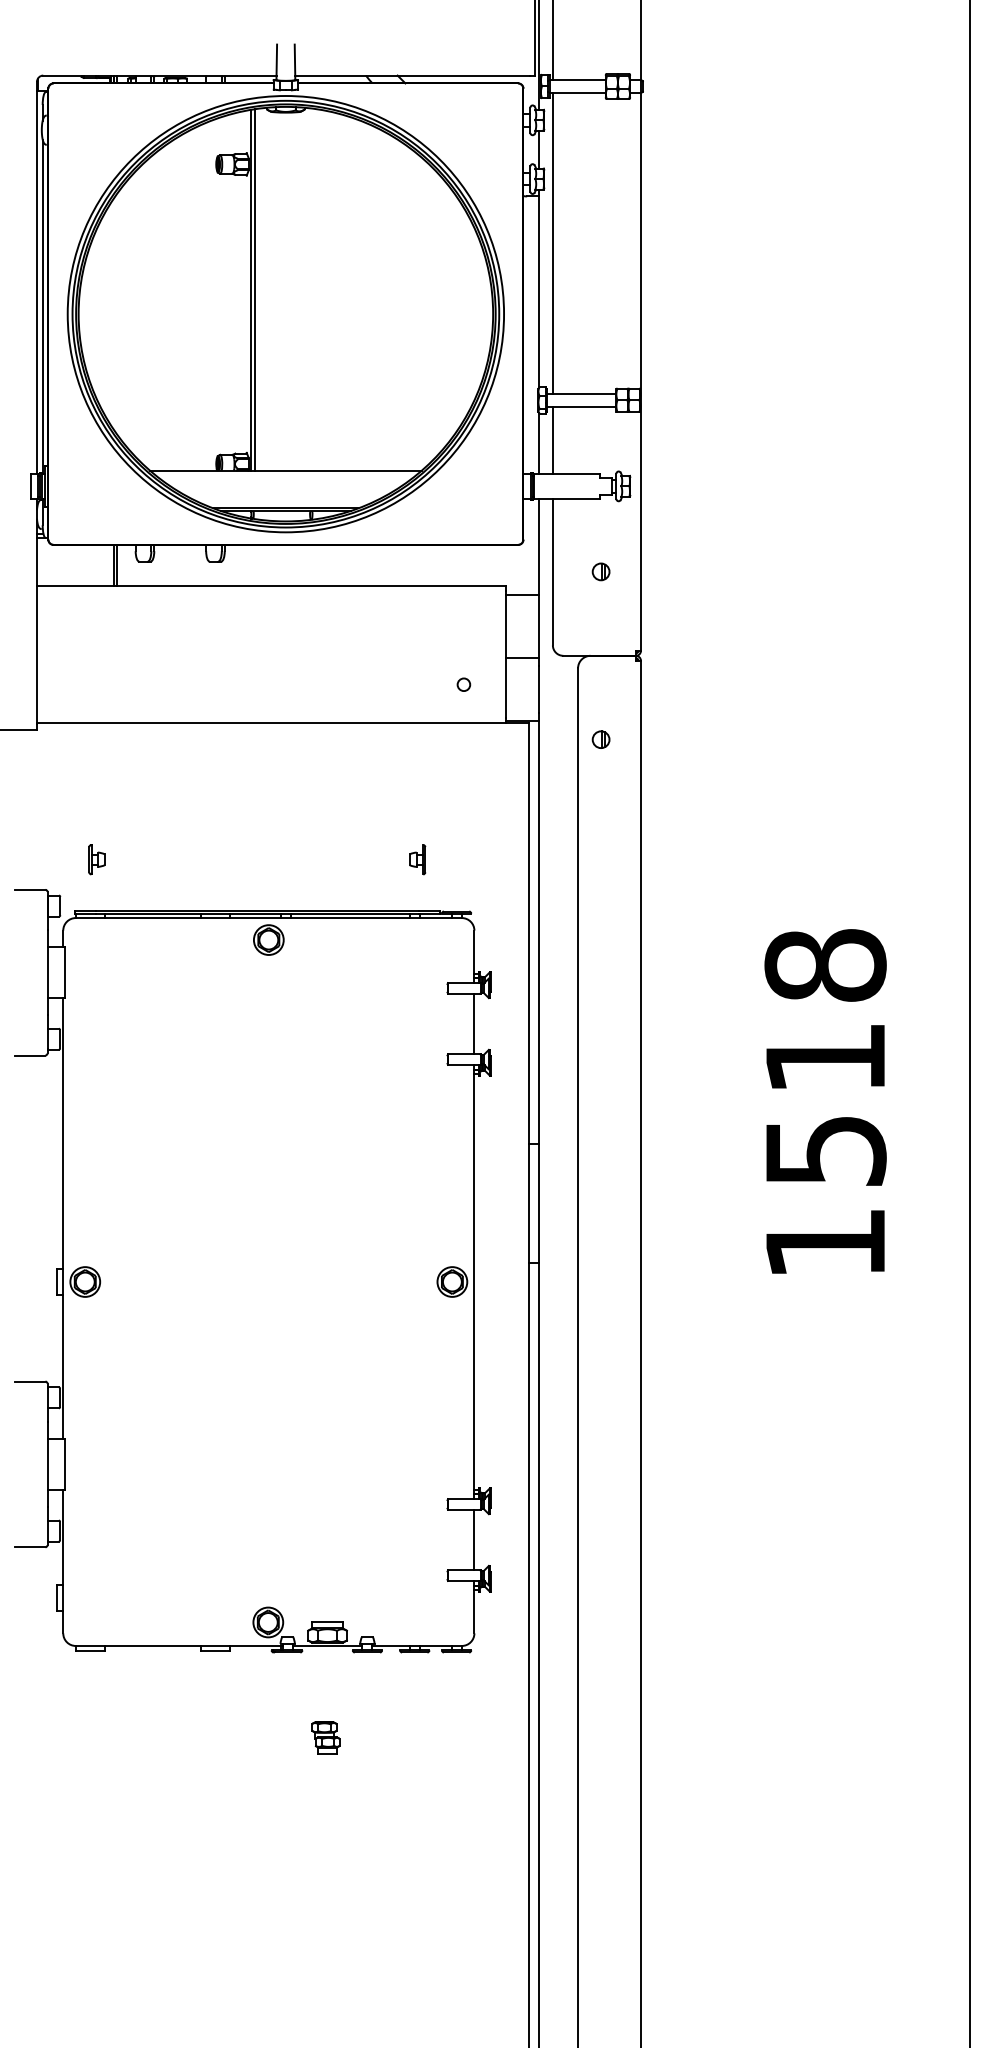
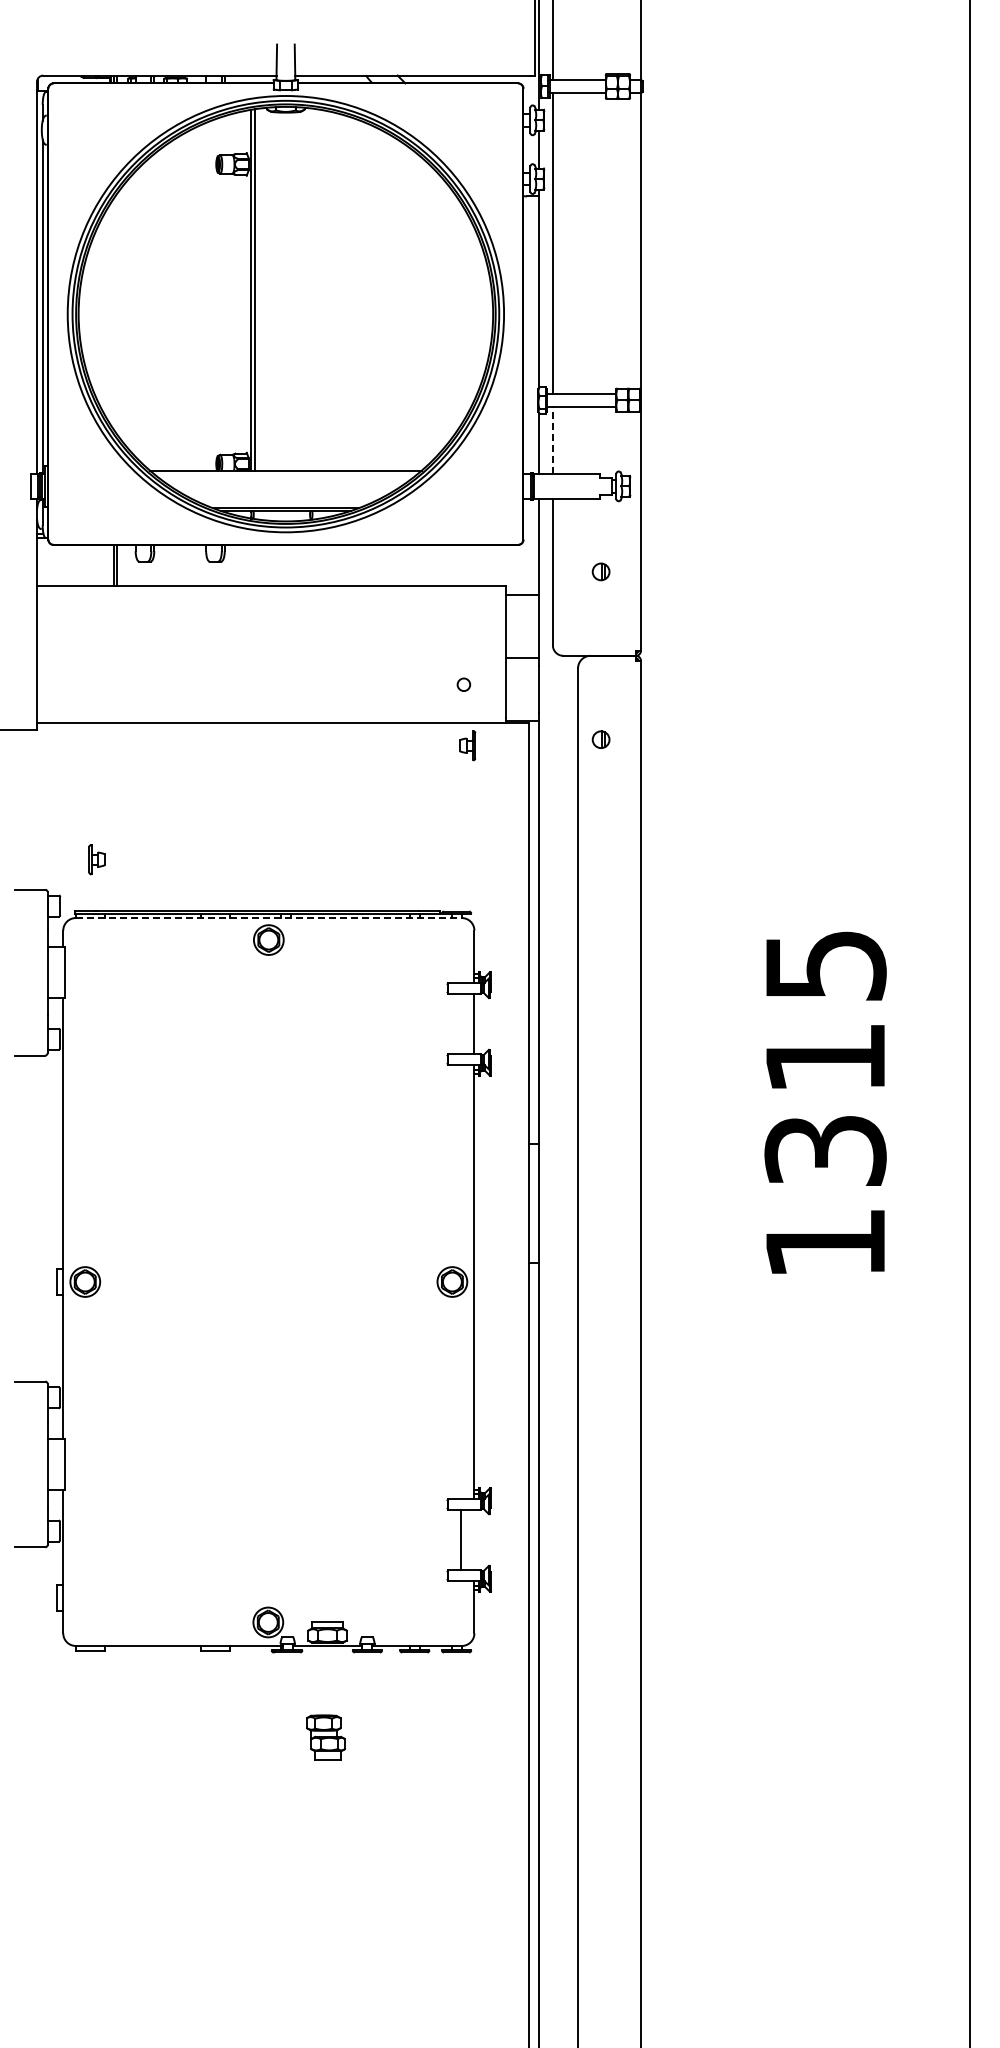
line at (552, 439): solid -> dashed
part at (417, 859) position: (417, 859) -> (467, 745)
line at (268, 918): solid -> dashed
text at (825, 1057): 1518 -> 1315
line at (474, 1539) position: (474, 1539) -> (461, 1539)
part at (325, 1737) size: 30x34 px -> 40x47 px
